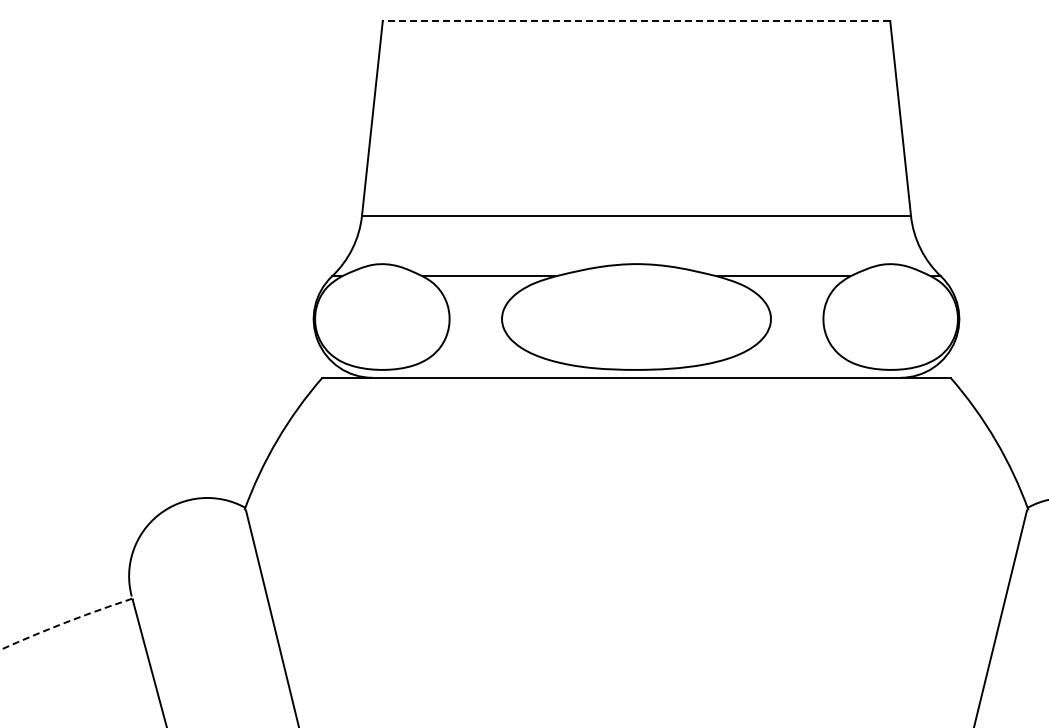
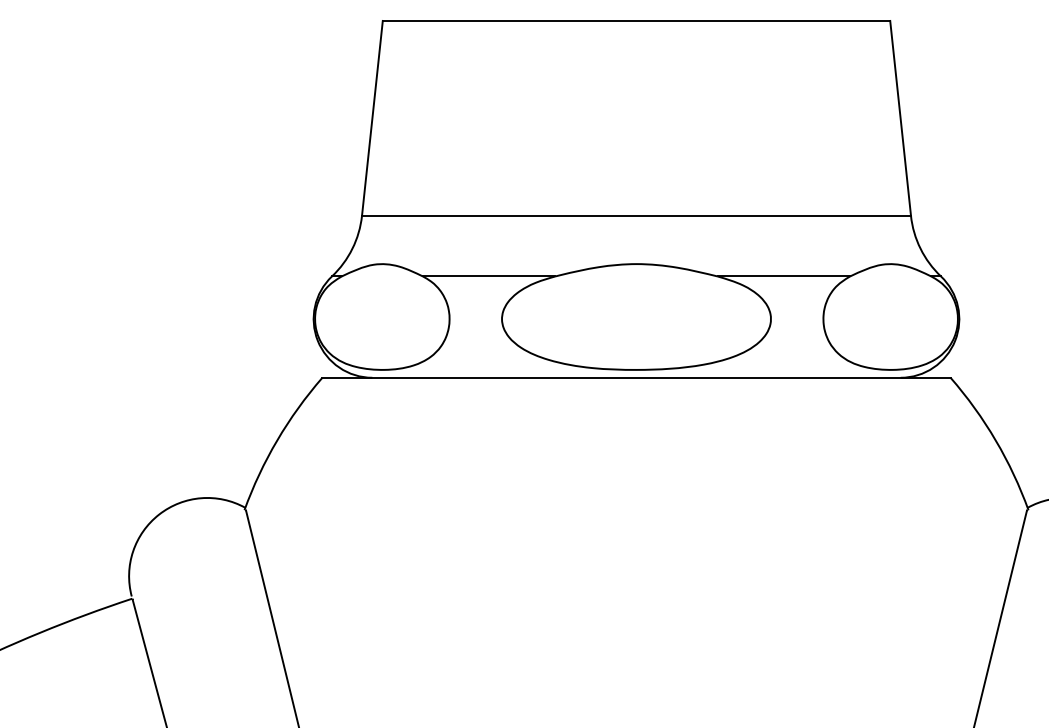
line at (636, 20): dashed -> solid
arc at (65, 622): dashed -> solid
